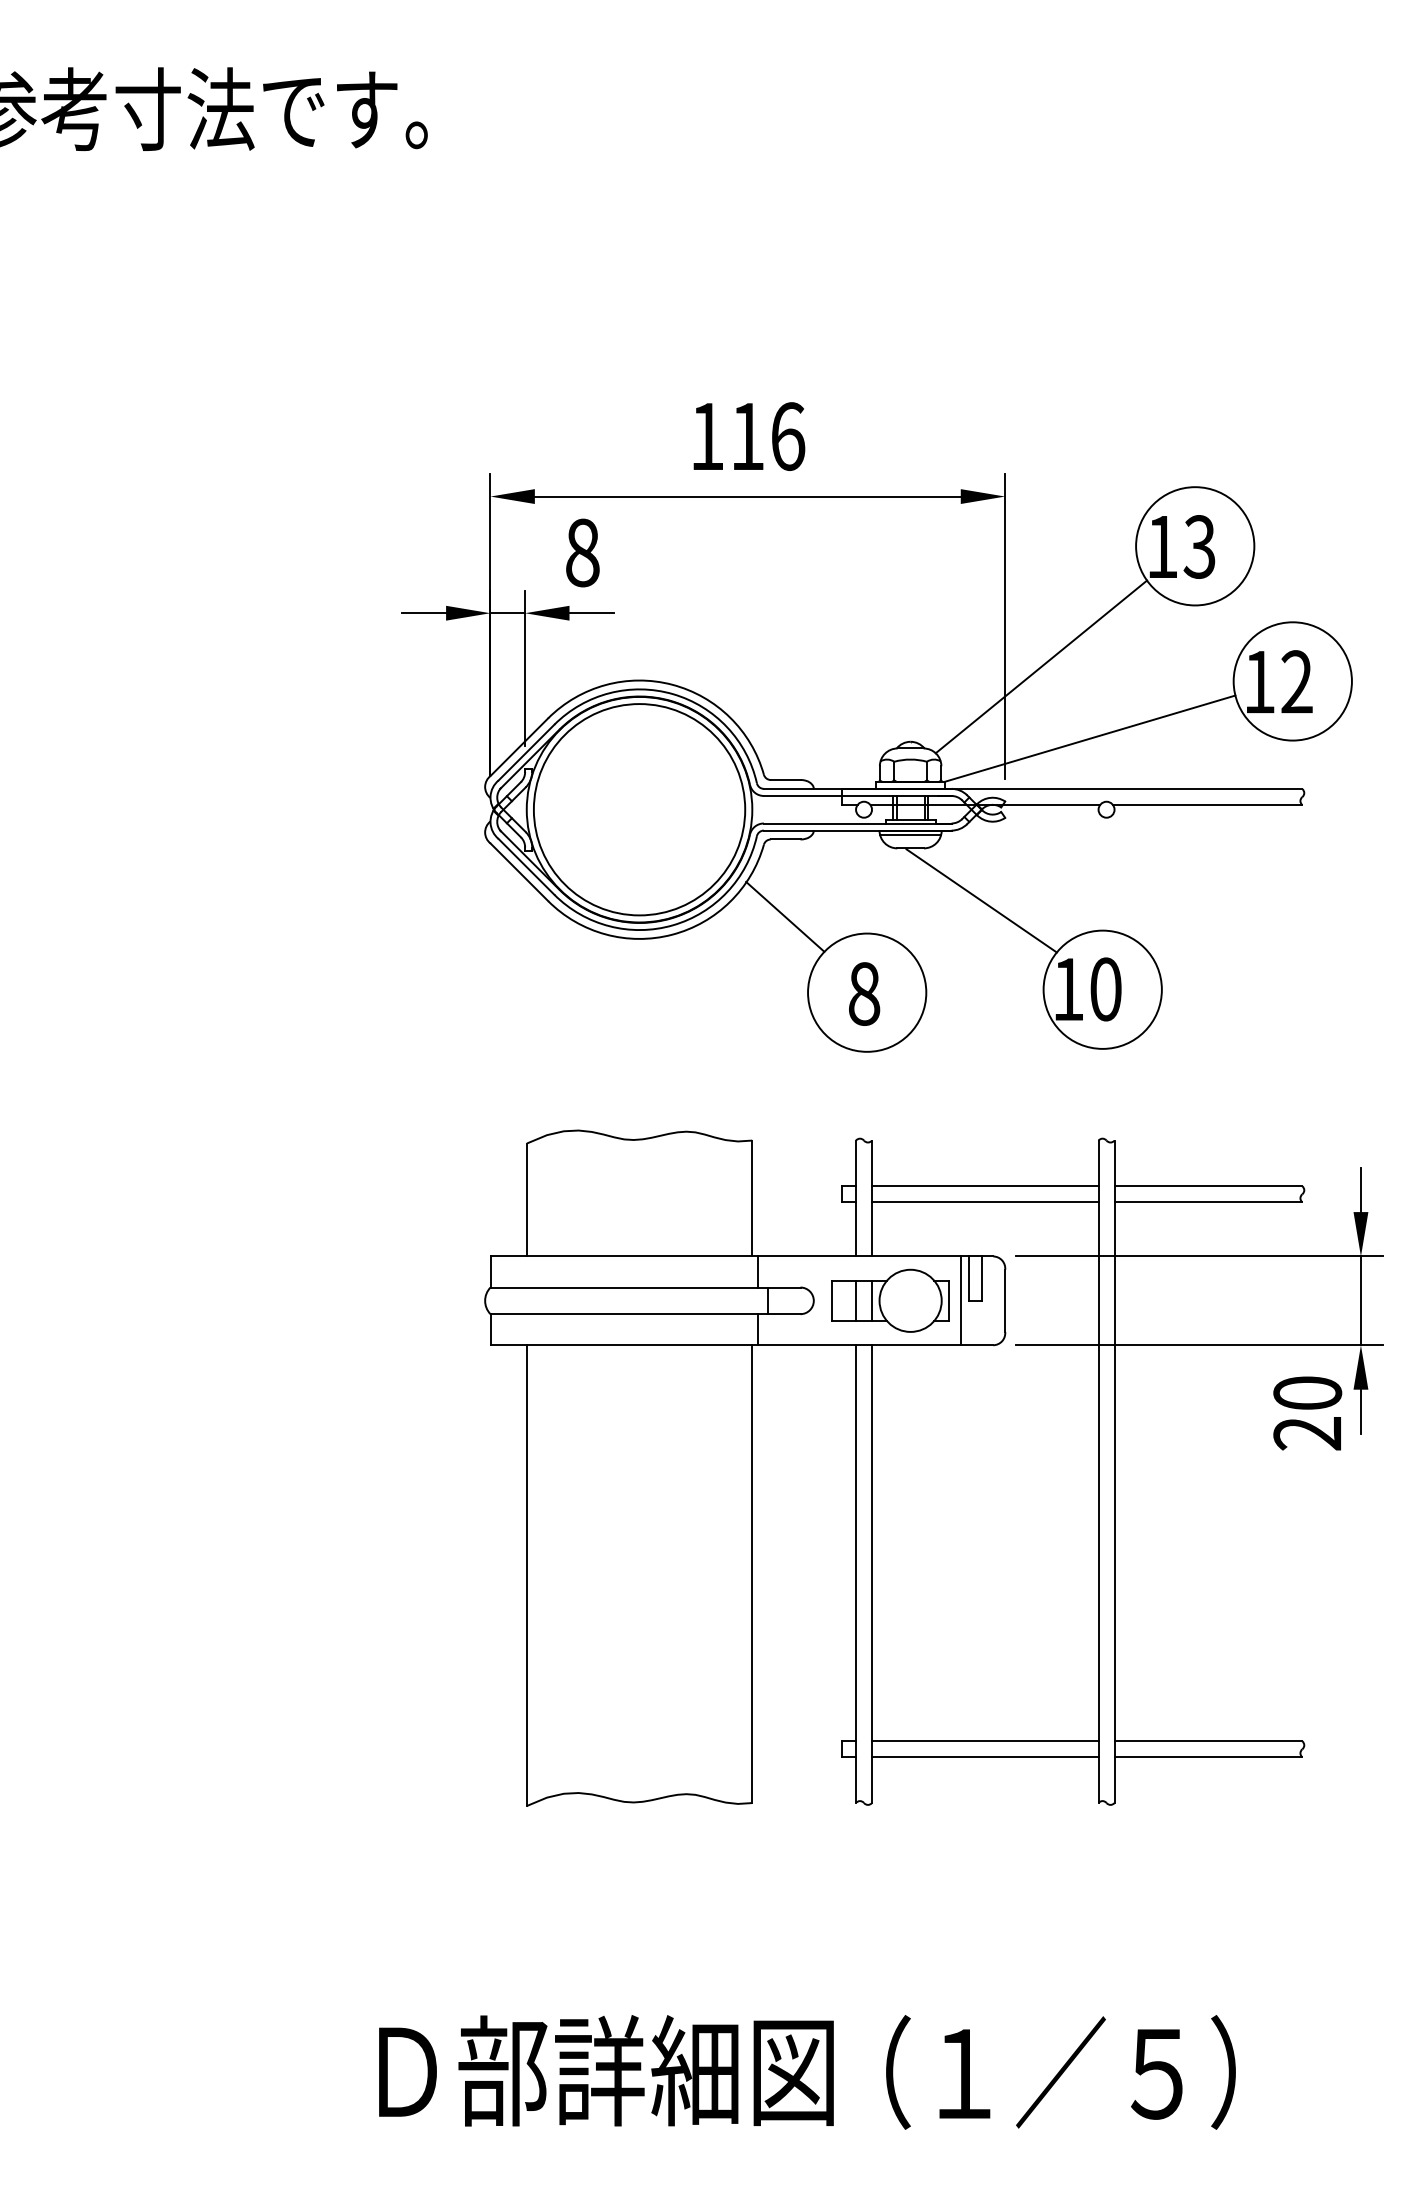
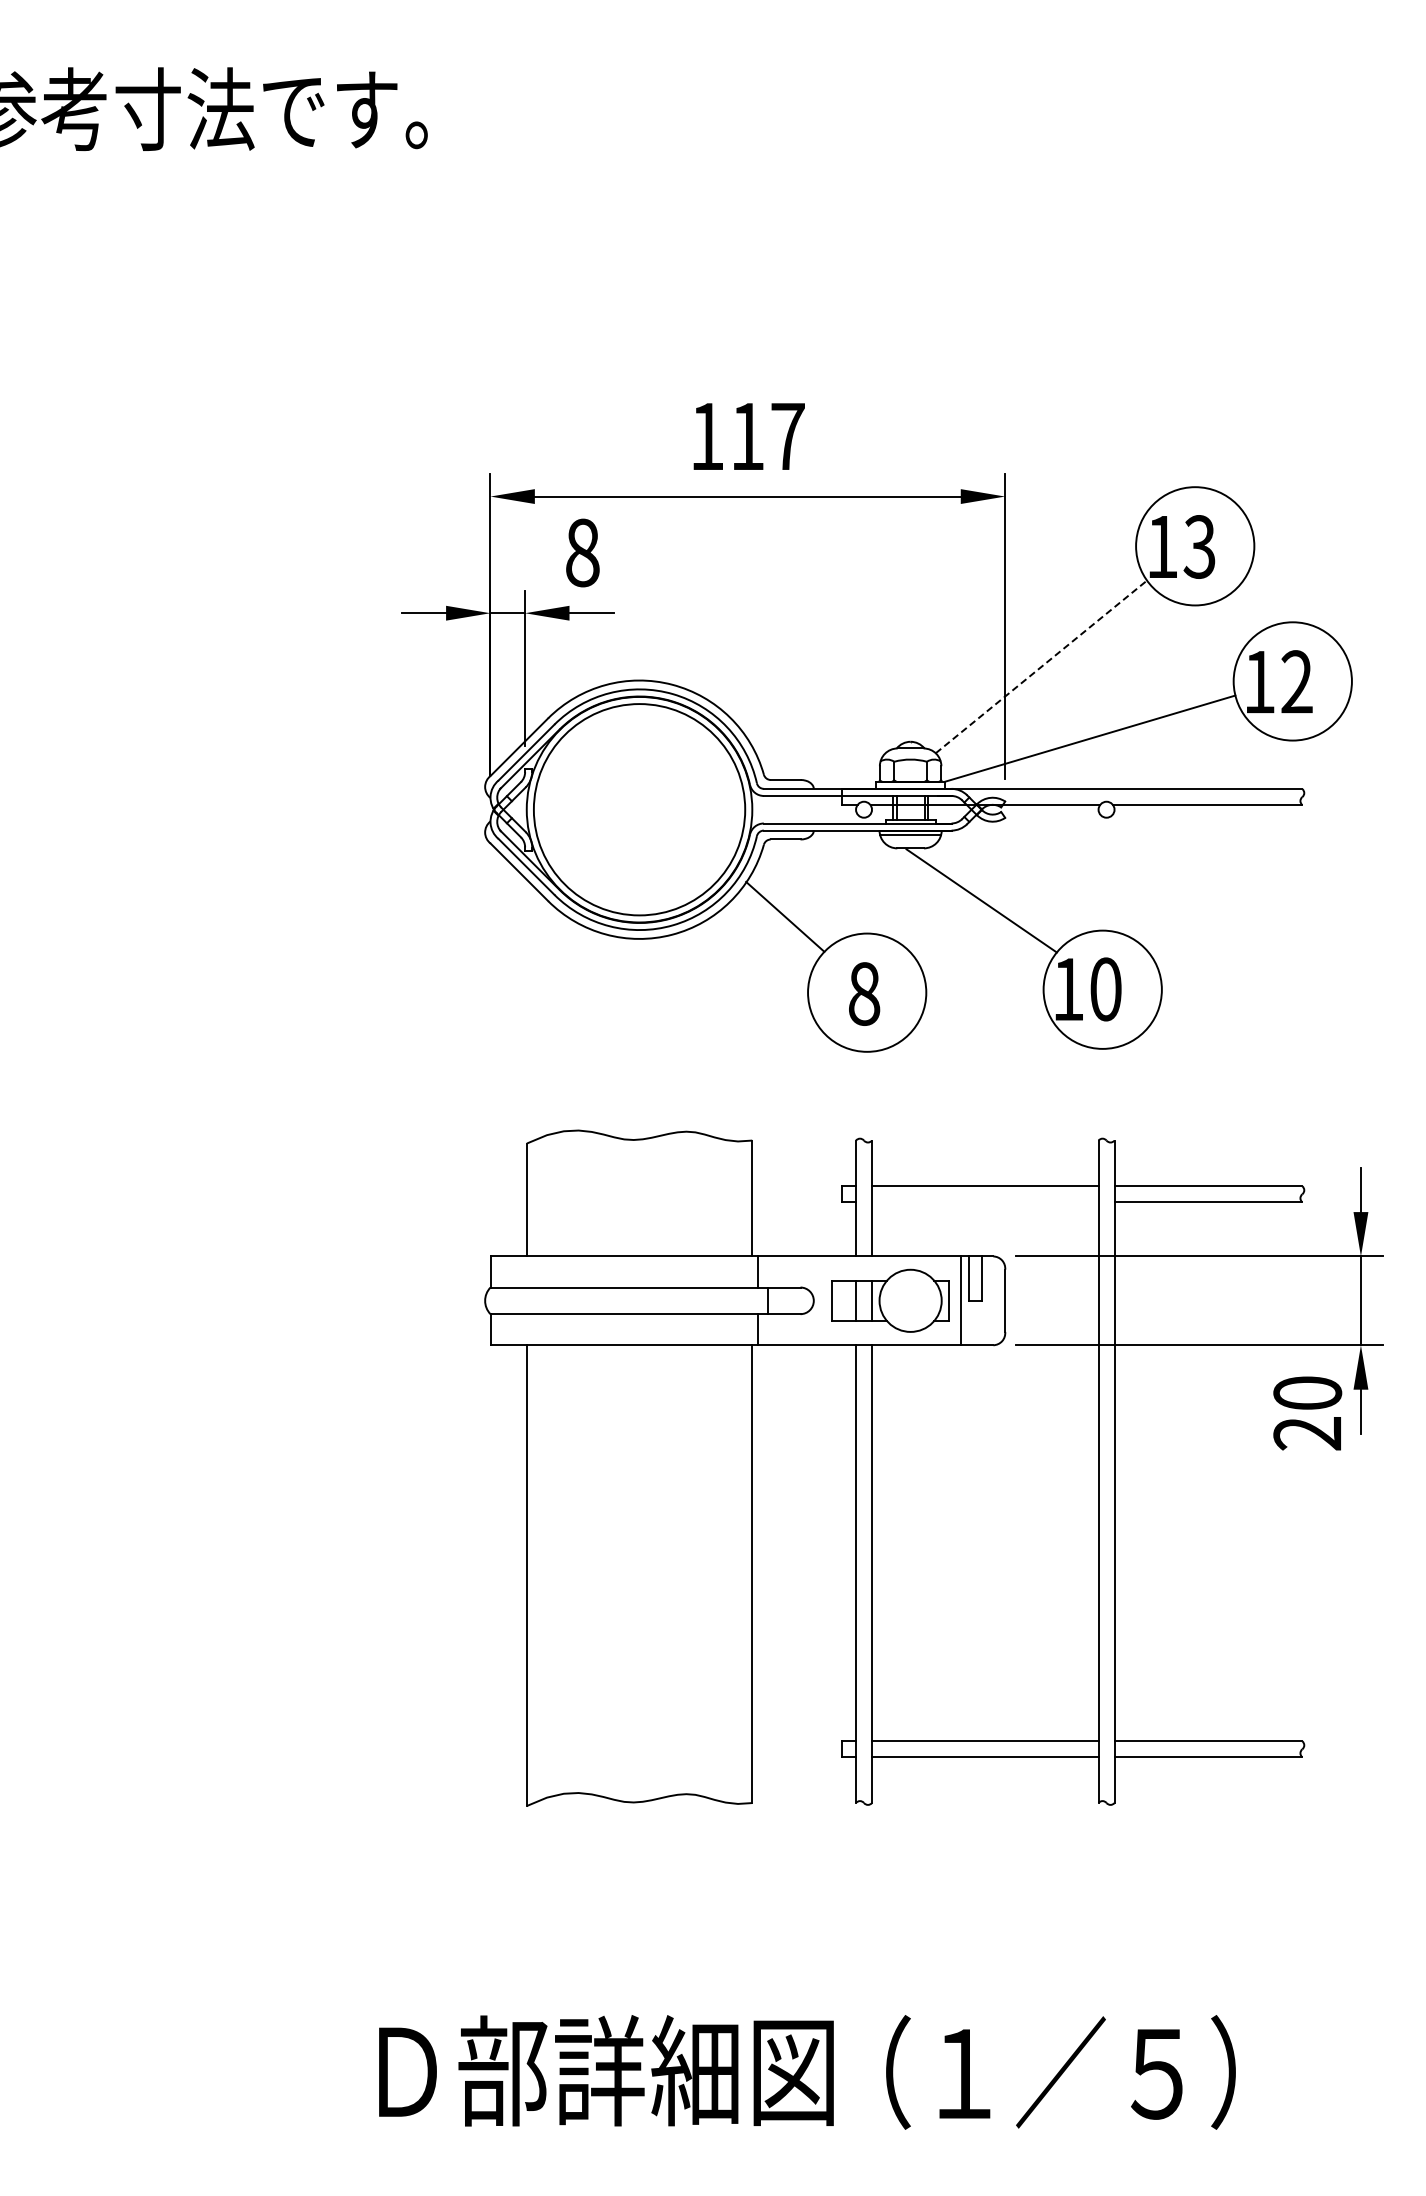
text at (788, 436): 116 -> 117
line at (1041, 666): solid -> dashed
line at (985, 1202): present -> none
